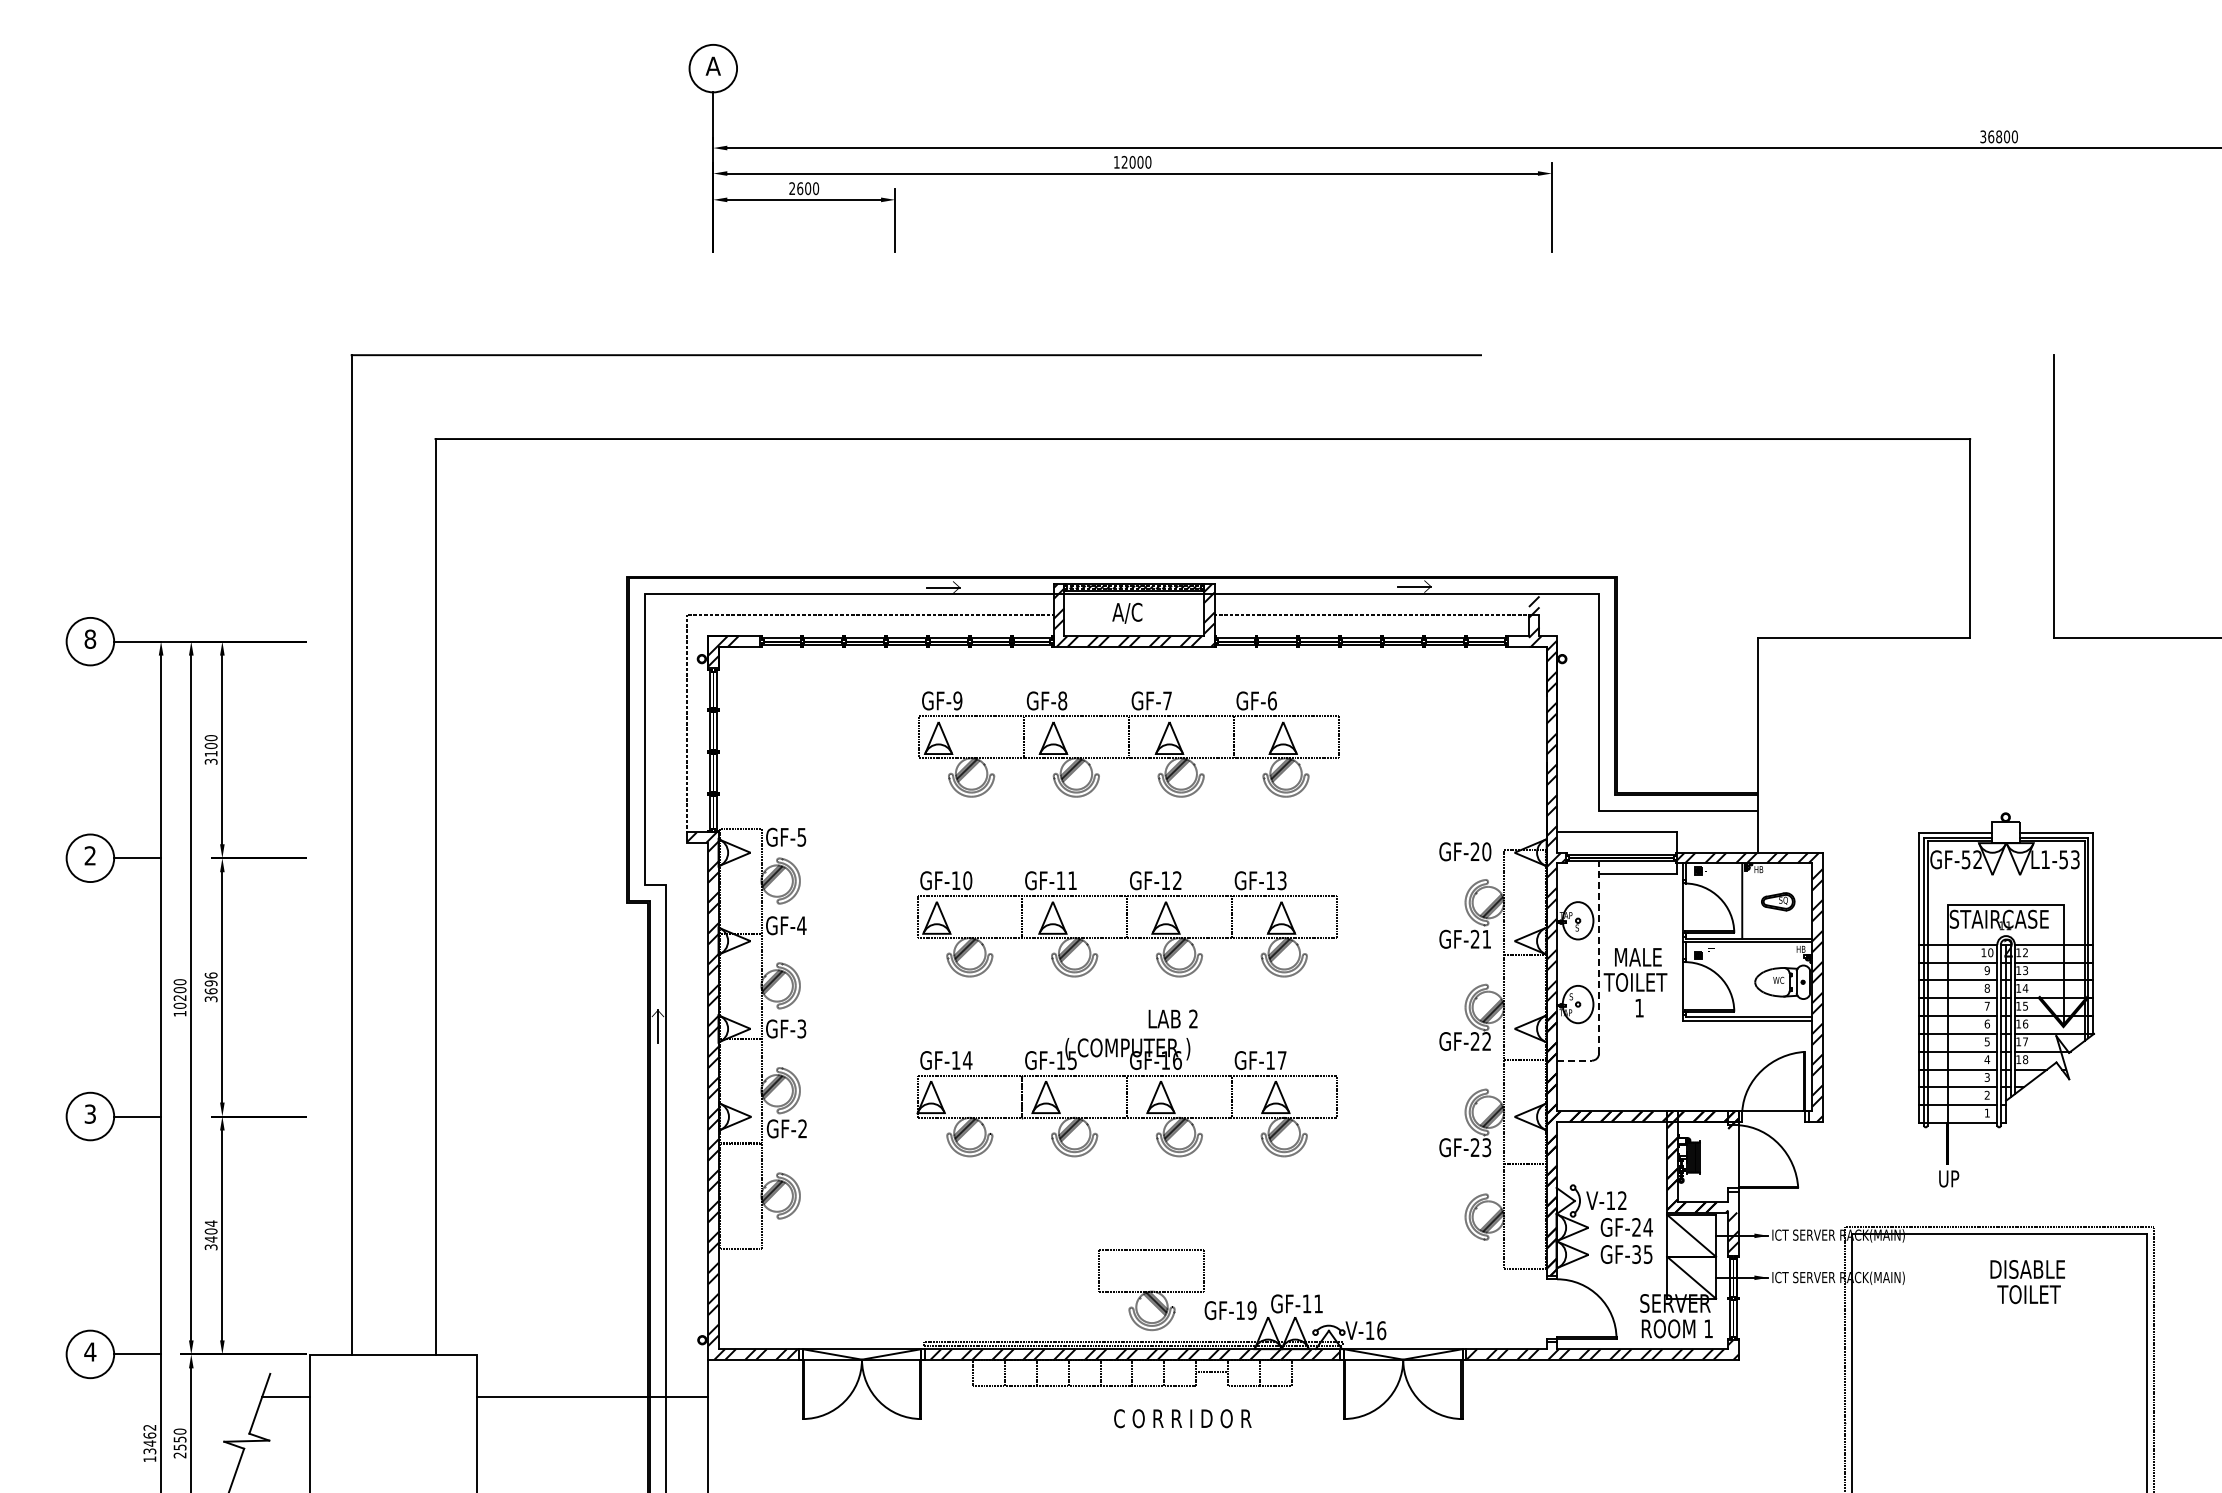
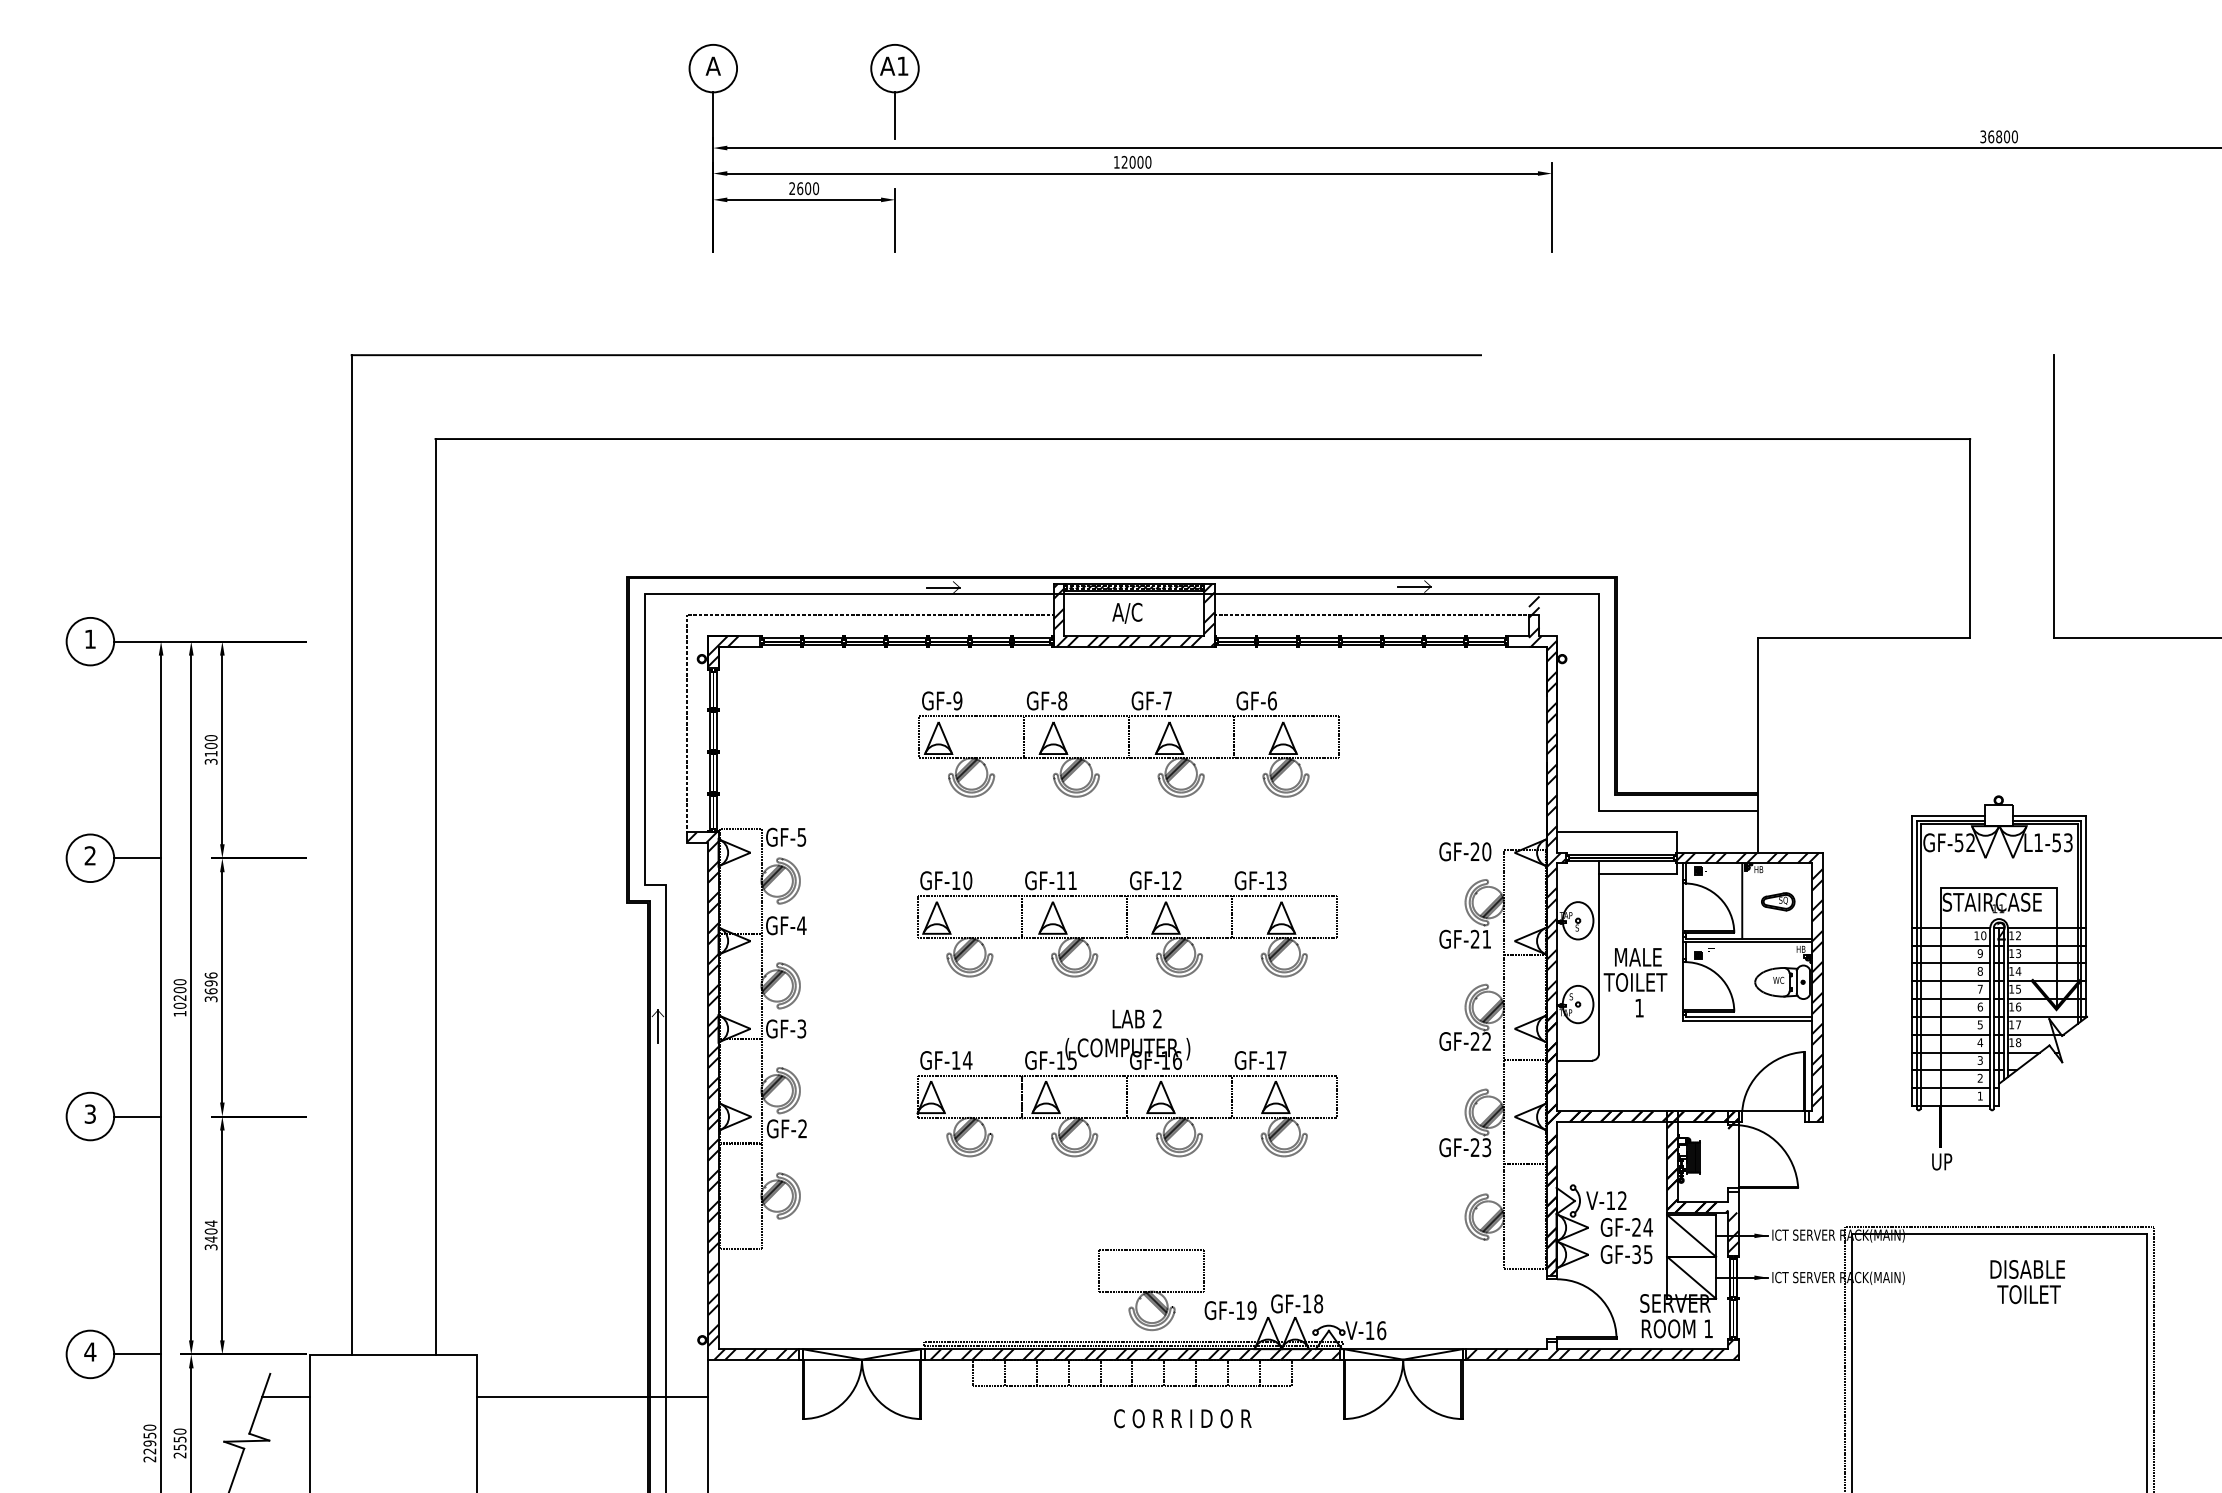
part at (894, 91): none -> present
text at (90, 638): 8 -> 1
line at (1599, 957): dashed -> solid
part at (2006, 999) position: (2006, 999) -> (1999, 982)
text at (1172, 1018) position: (1172, 1018) -> (1136, 1018)
line at (1575, 1060): dashed -> solid
text at (1318, 1303): GF-11 -> GF-18
line at (1212, 1372) position: (1212, 1372) -> (1212, 1386)
text at (149, 1443): 13462 -> 22950
